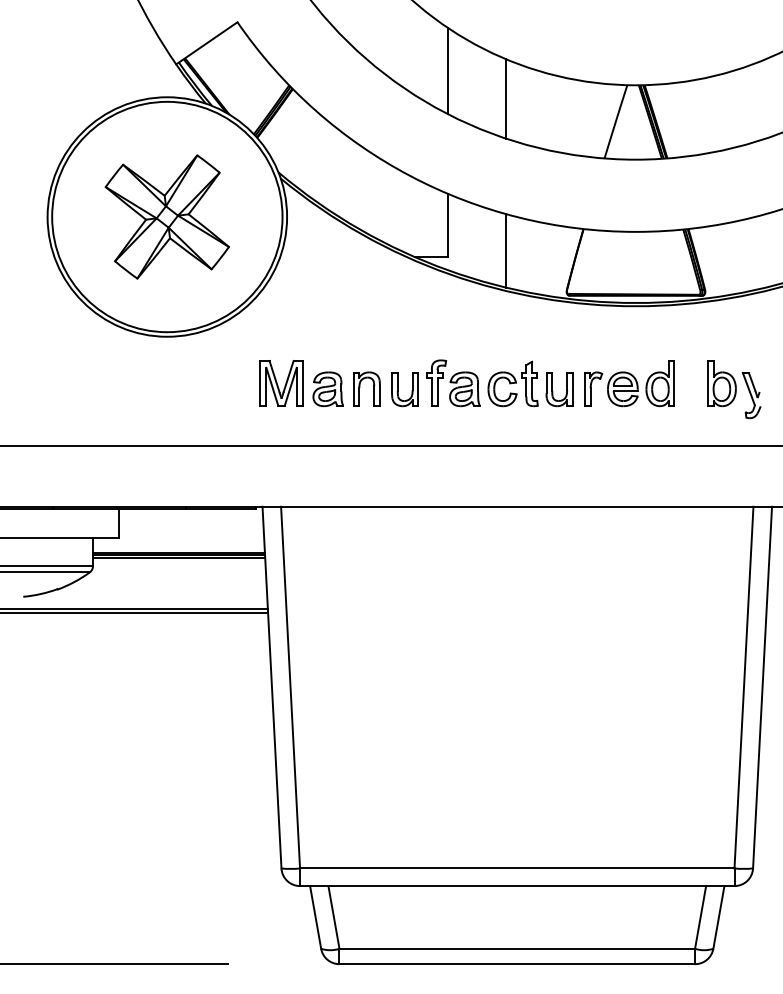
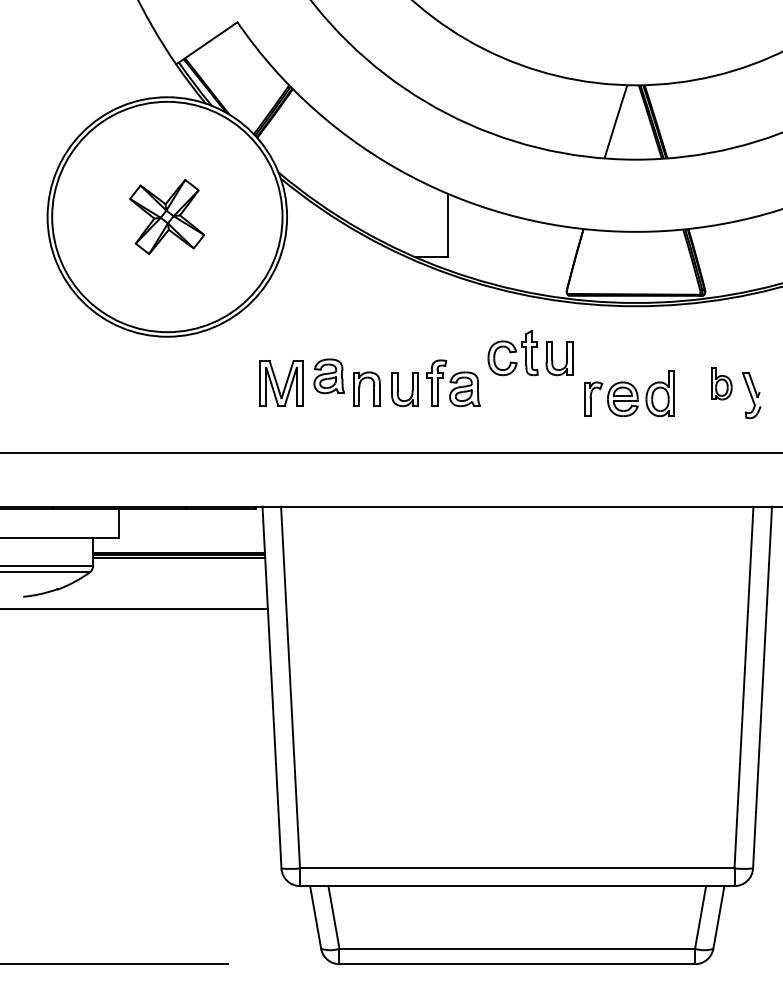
line at (448, 71): present -> none
line at (506, 98): present -> none
part at (166, 216) size: 126x126 px -> 77x76 px
line at (506, 250): present -> none
part at (530, 383) position: (530, 383) -> (530, 352)
part at (629, 383) position: (629, 383) -> (629, 393)
part at (721, 383) size: 30x48 px -> 22x34 px
part at (327, 389) position: (327, 389) -> (328, 376)
line at (390, 445) position: (390, 445) -> (390, 452)
line at (135, 612): present -> none
